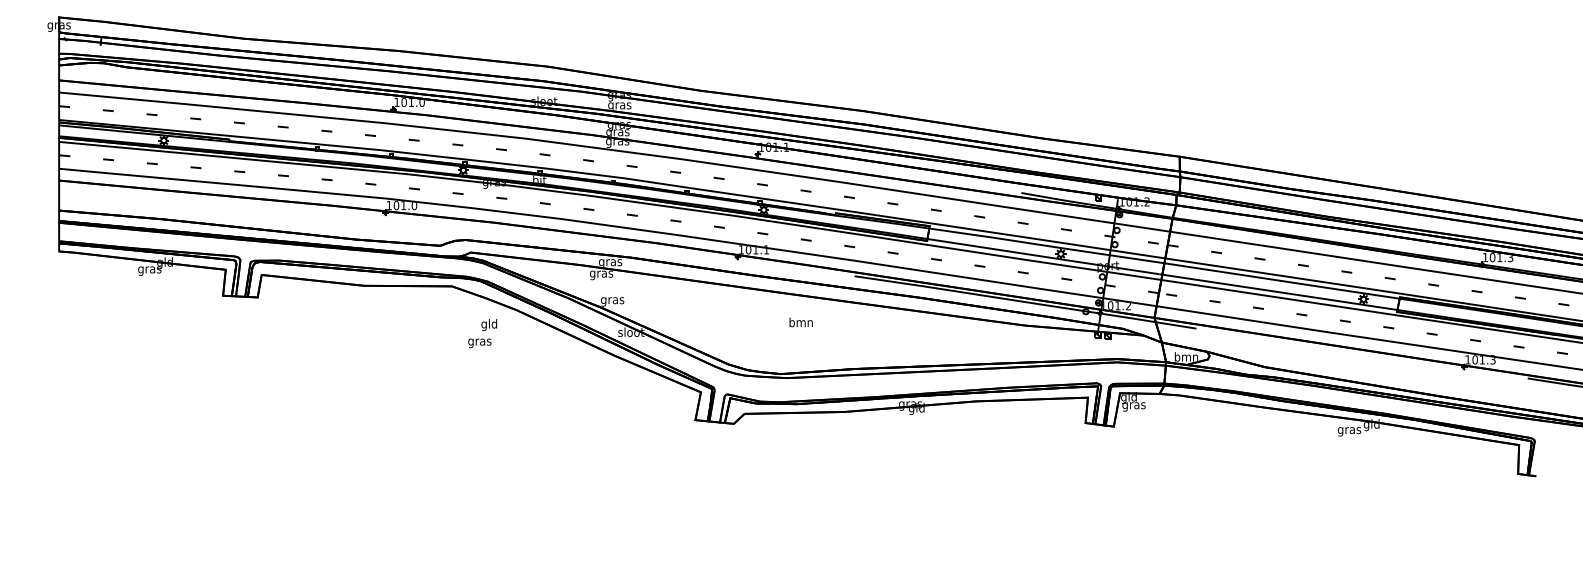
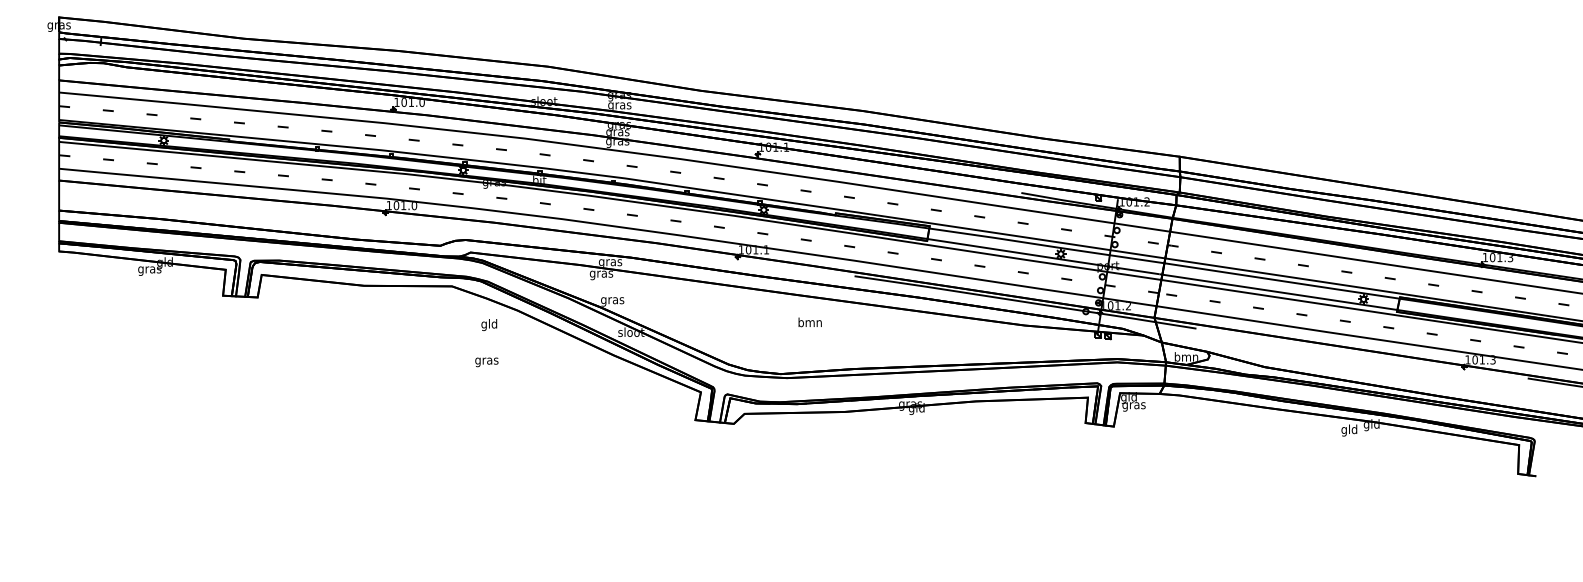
text at (800, 322) position: (800, 322) -> (809, 322)
text at (479, 343) position: (479, 343) -> (486, 362)
text at (1349, 430): gras -> gld
